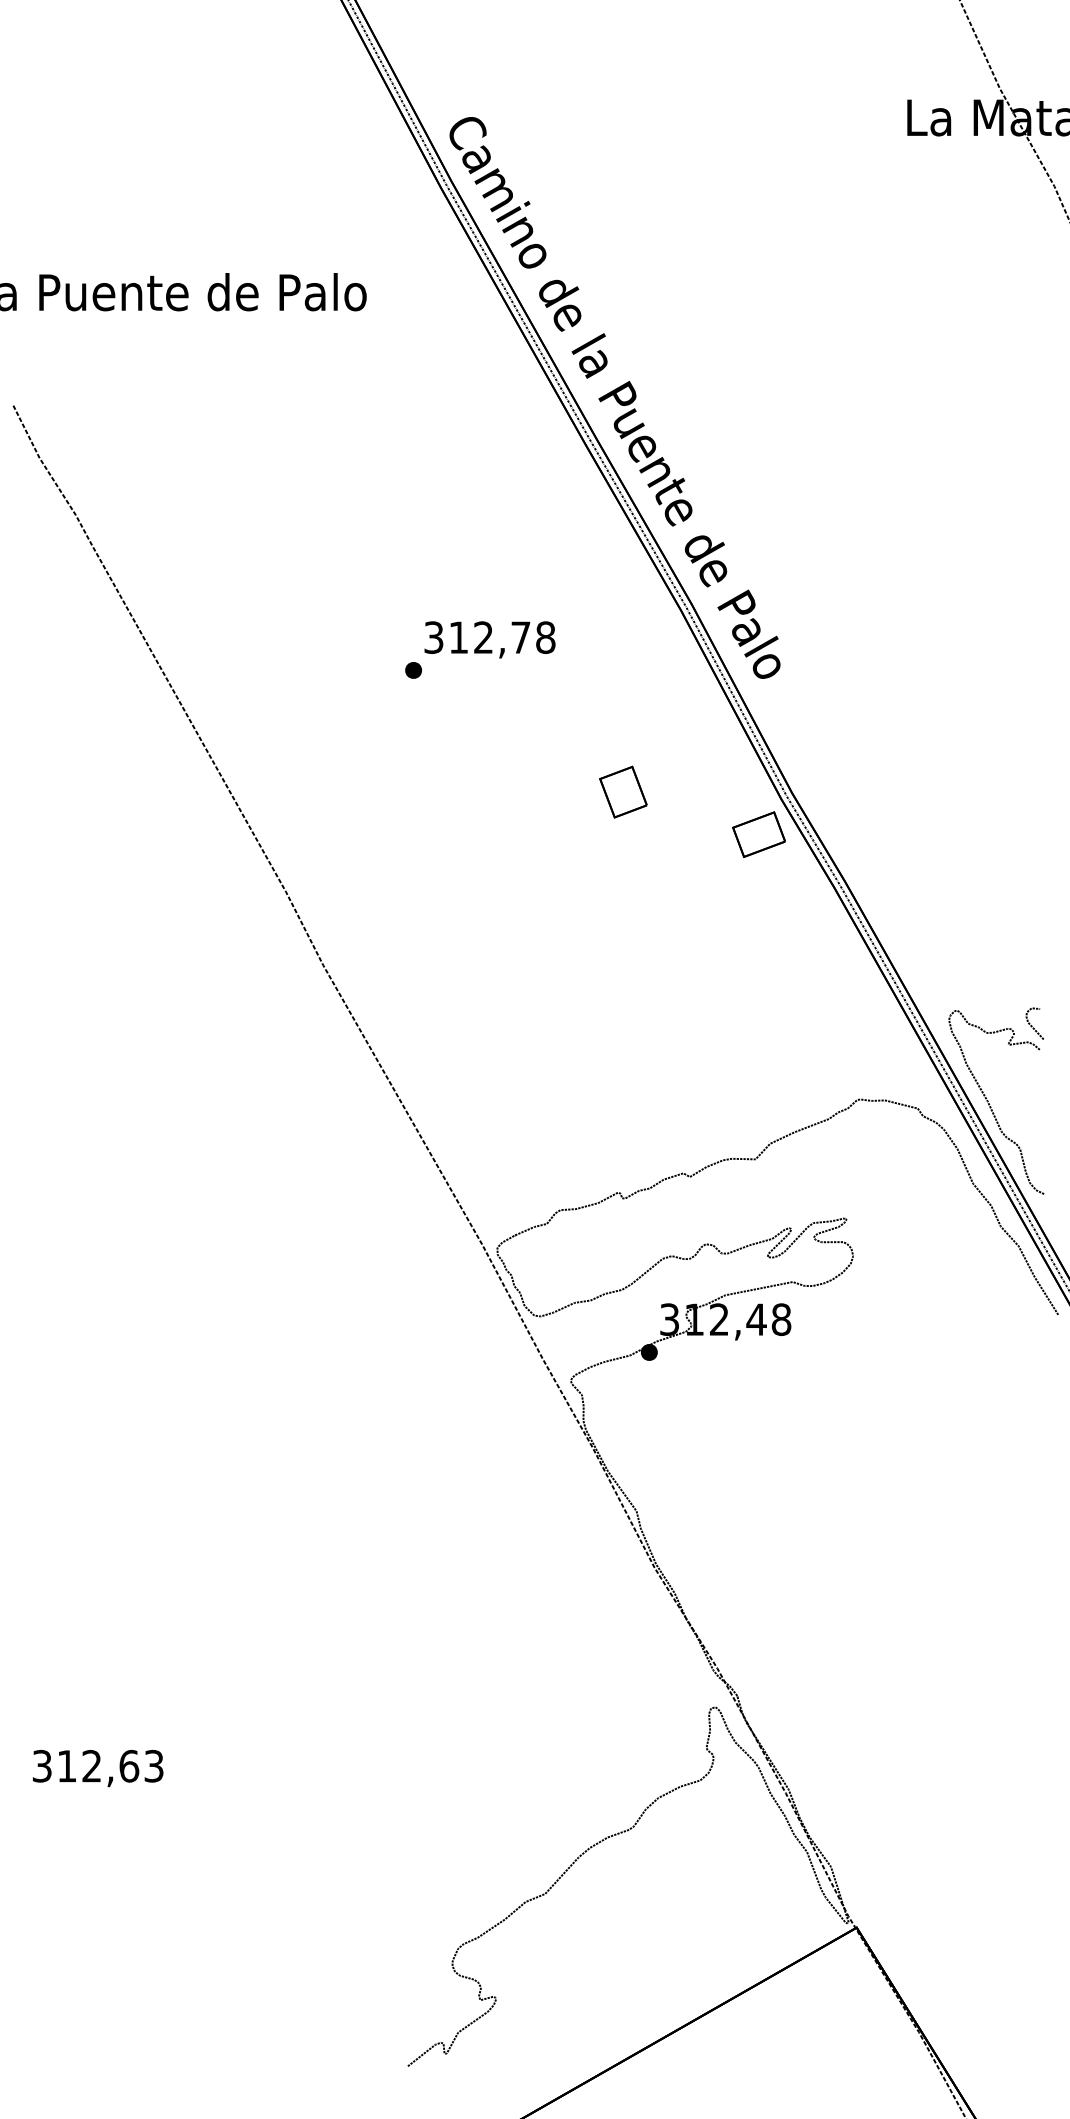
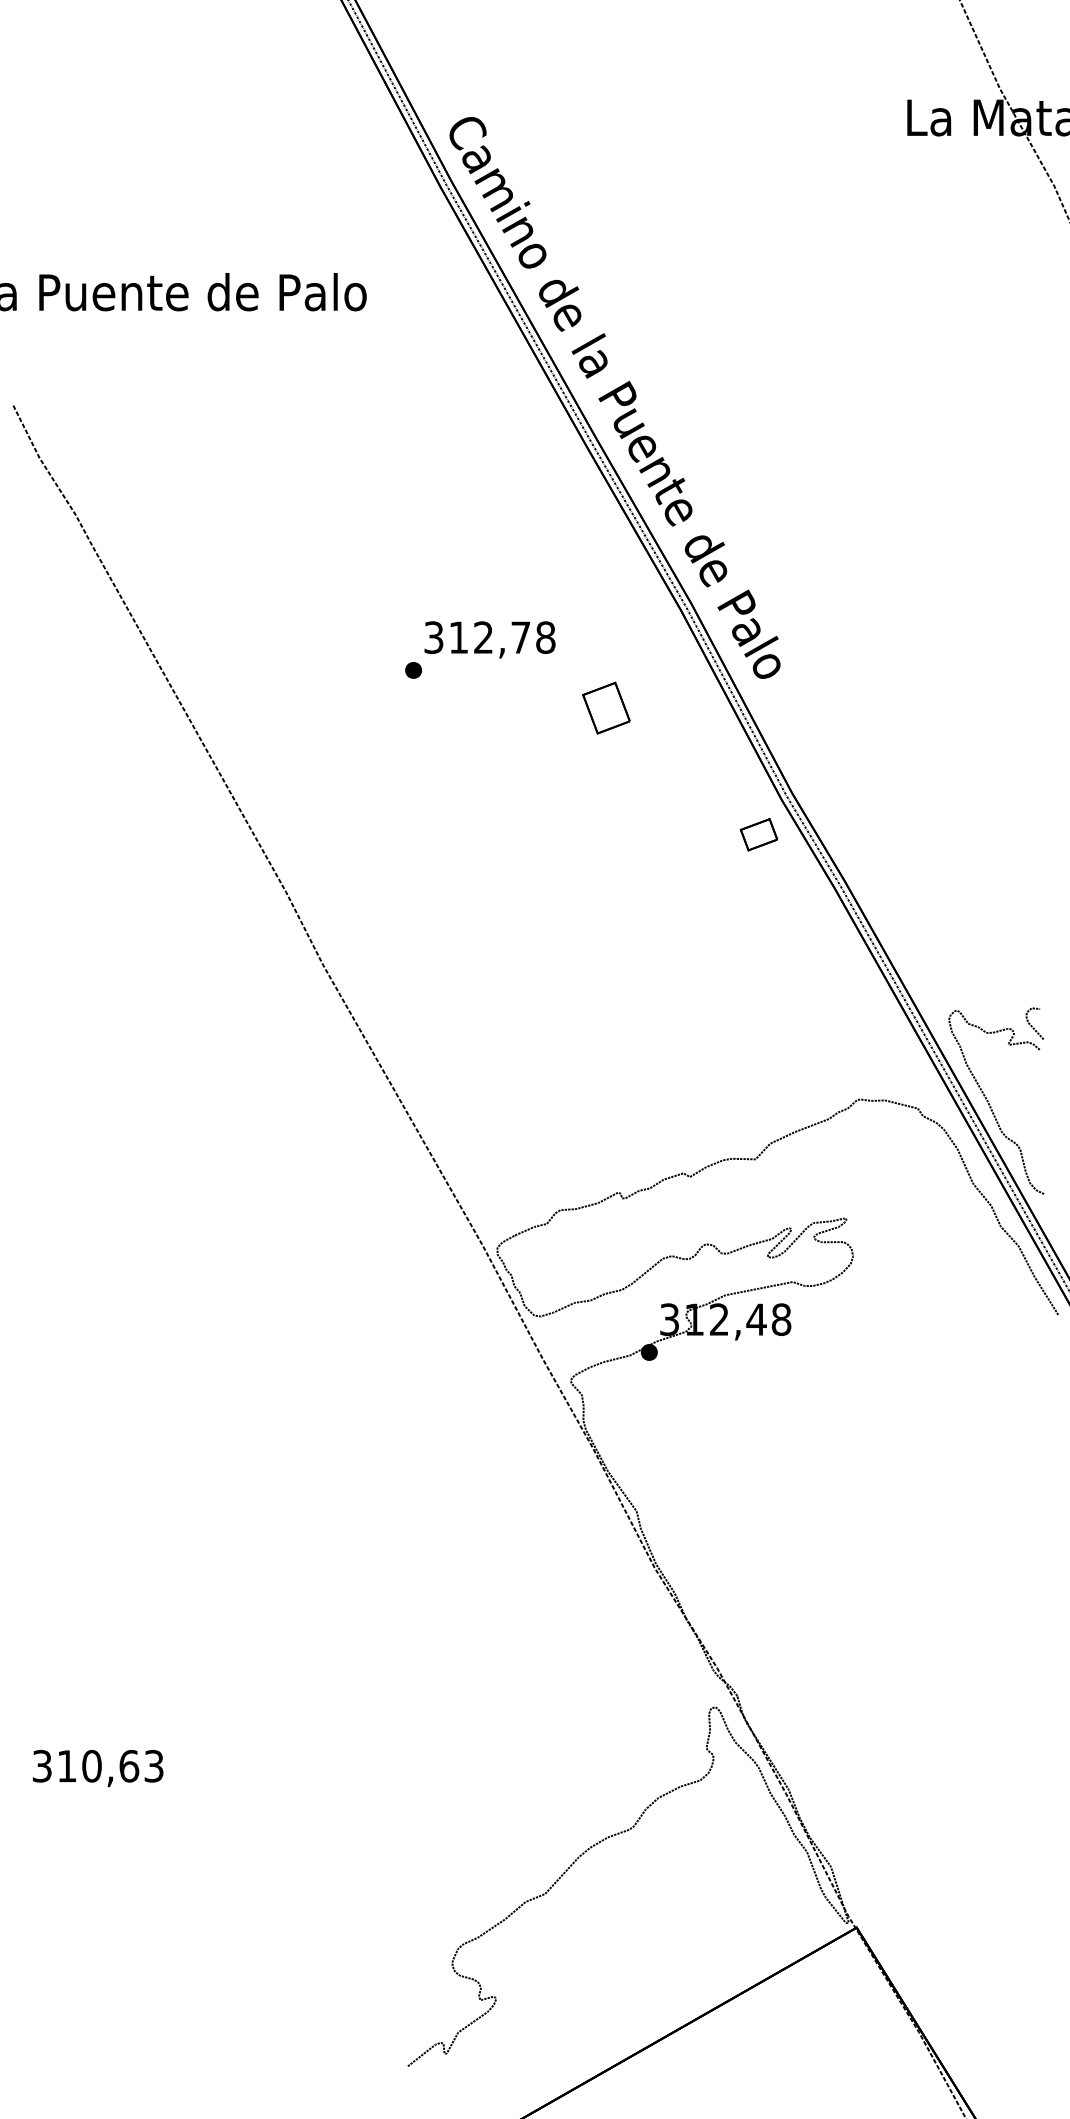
part at (623, 791) position: (623, 791) -> (606, 707)
part at (758, 834) size: 54x48 px -> 39x34 px
text at (91, 1766): 312,63 -> 310,63
